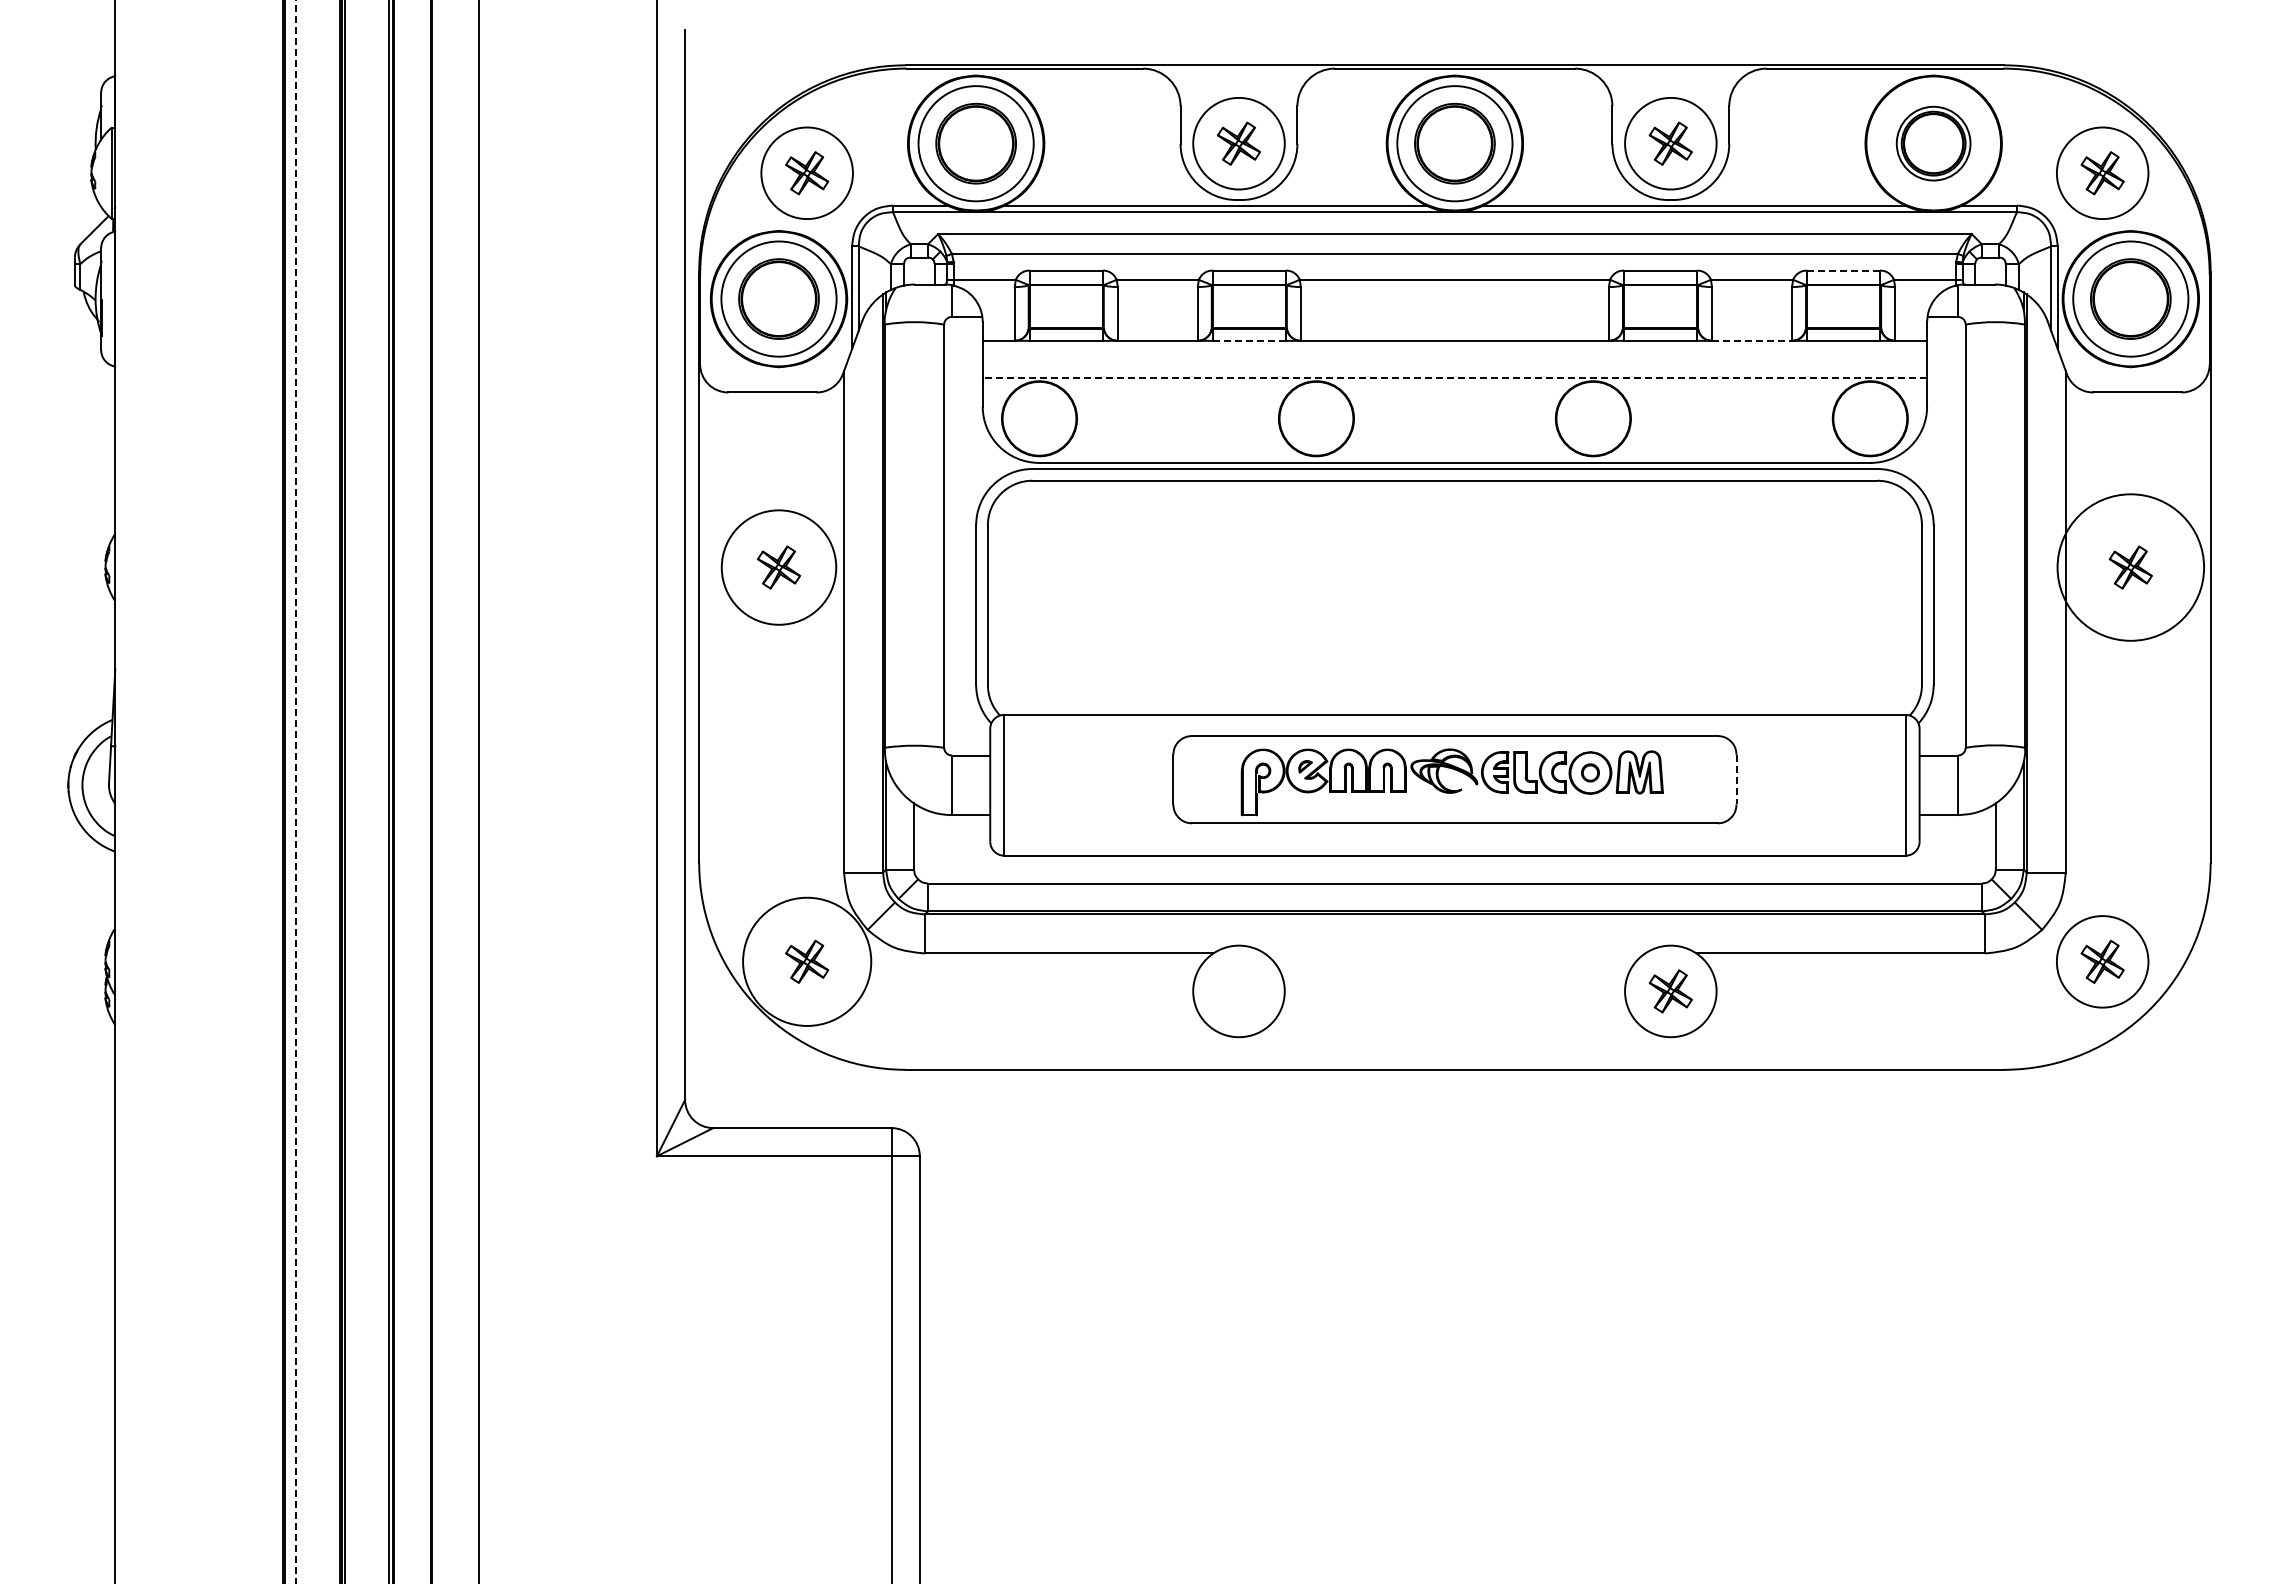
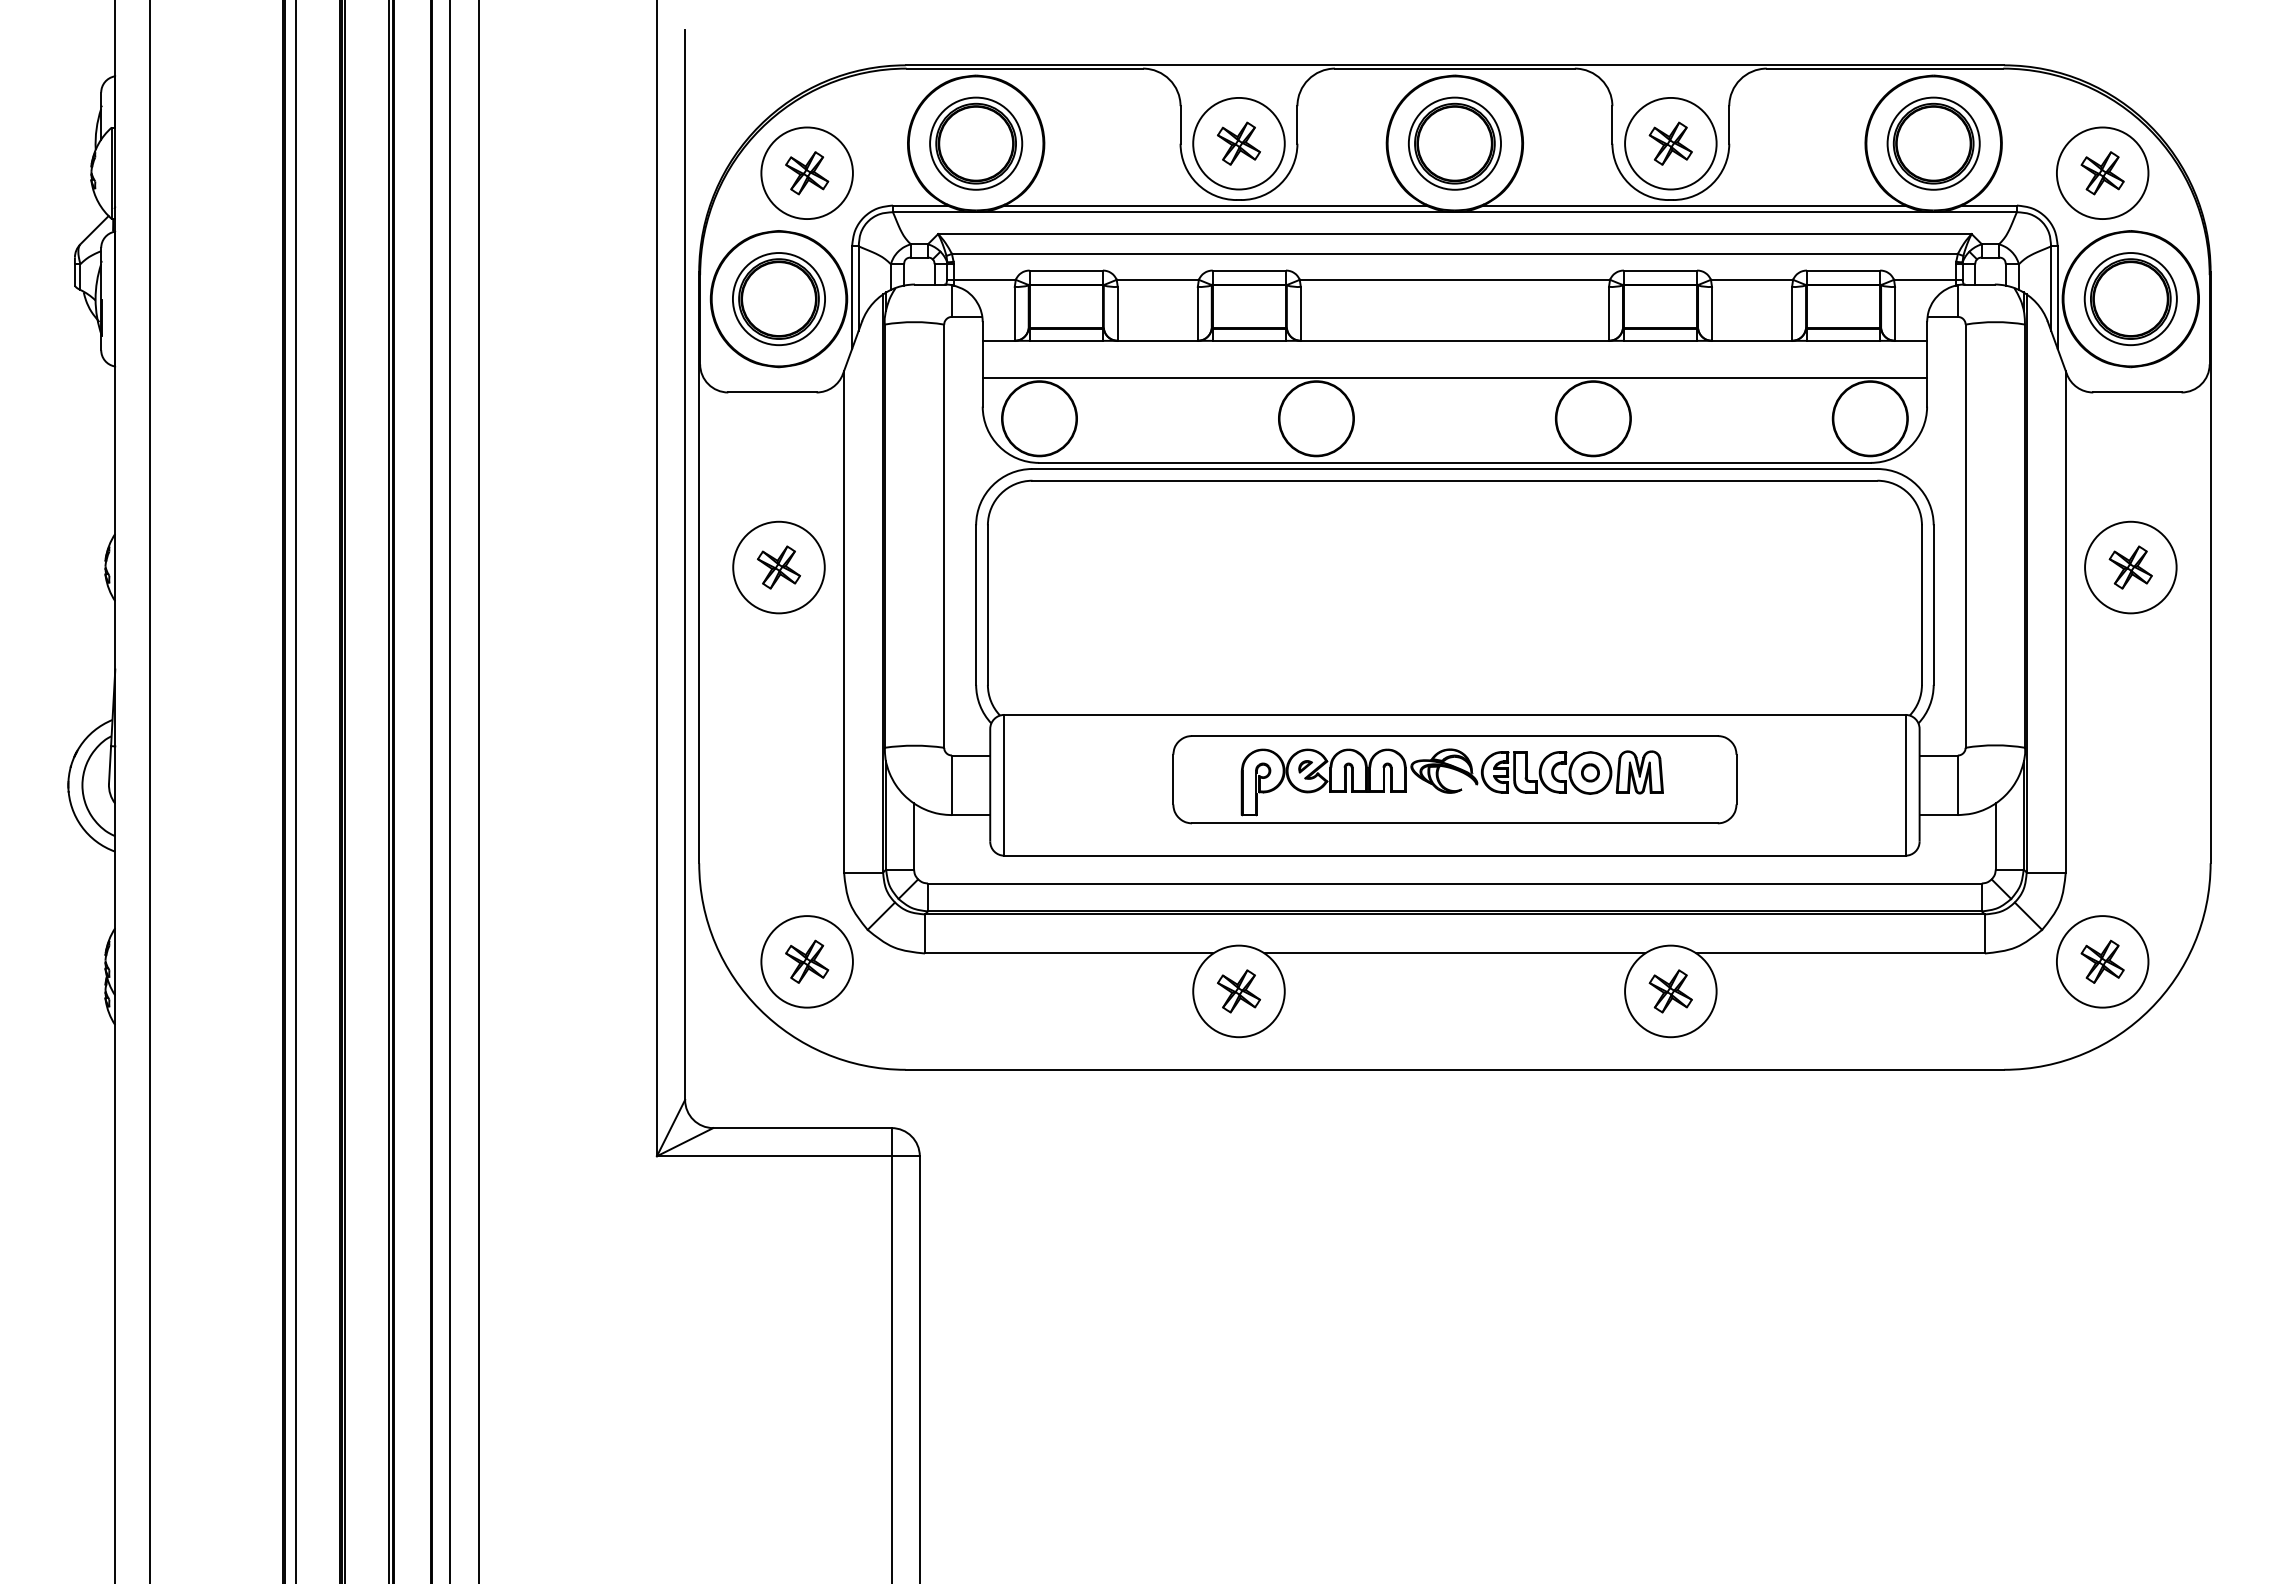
circle at (975, 143) diameter: 115 px -> 92 px
circle at (1454, 143) diameter: 115 px -> 92 px
part at (1933, 143) size: 77x77 px -> 95x95 px
line at (1843, 270): dashed -> solid
circle at (778, 298) diameter: 115 px -> 92 px
circle at (2130, 298) diameter: 115 px -> 92 px
line at (1249, 340): dashed -> solid
line at (1752, 340): dashed -> solid
line at (1454, 378): dashed -> solid
circle at (778, 567) diameter: 114 px -> 92 px
circle at (2130, 567) diameter: 147 px -> 92 px
line at (1736, 779): dashed -> solid
line at (150, 791): none -> present
line at (450, 791): none -> present
line at (295, 792): dashed -> solid
line at (1454, 953): none -> present
circle at (807, 961) diameter: 128 px -> 92 px
part at (1238, 991): none -> present
